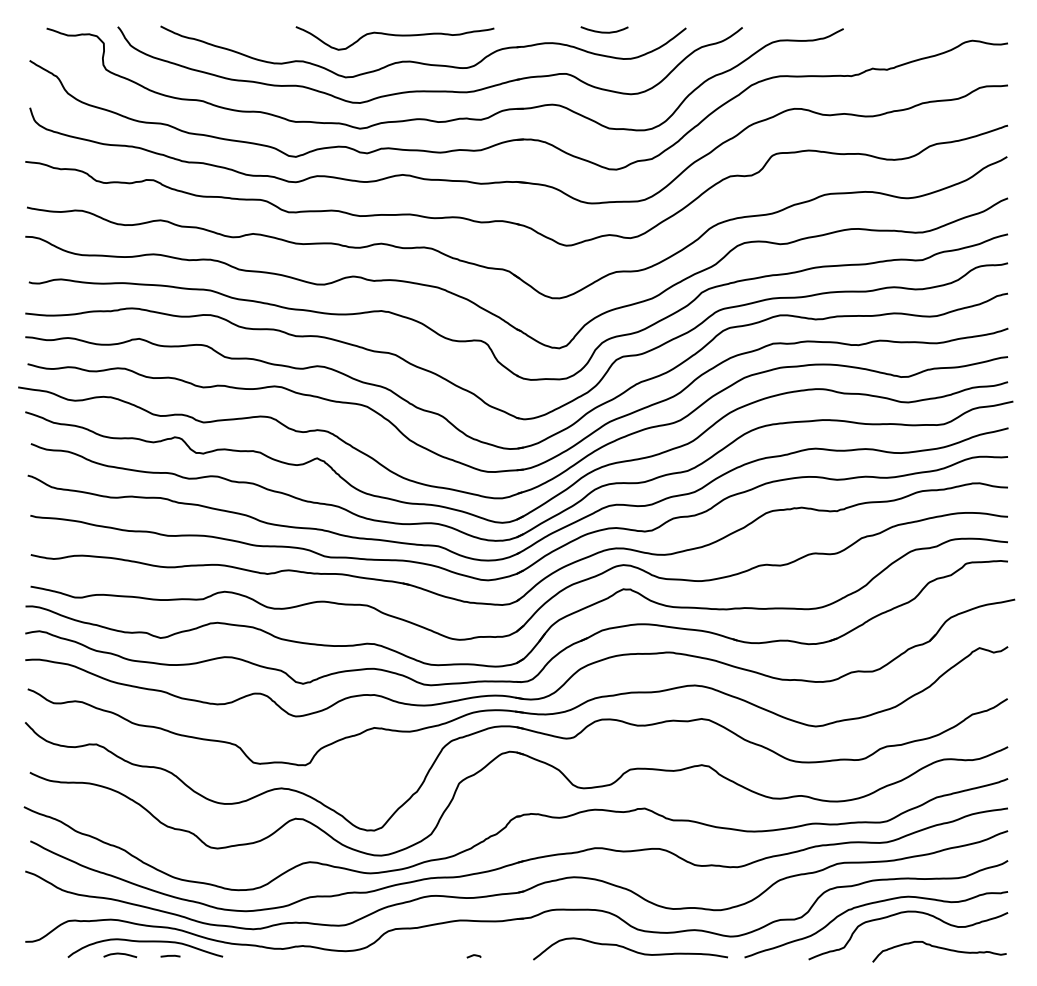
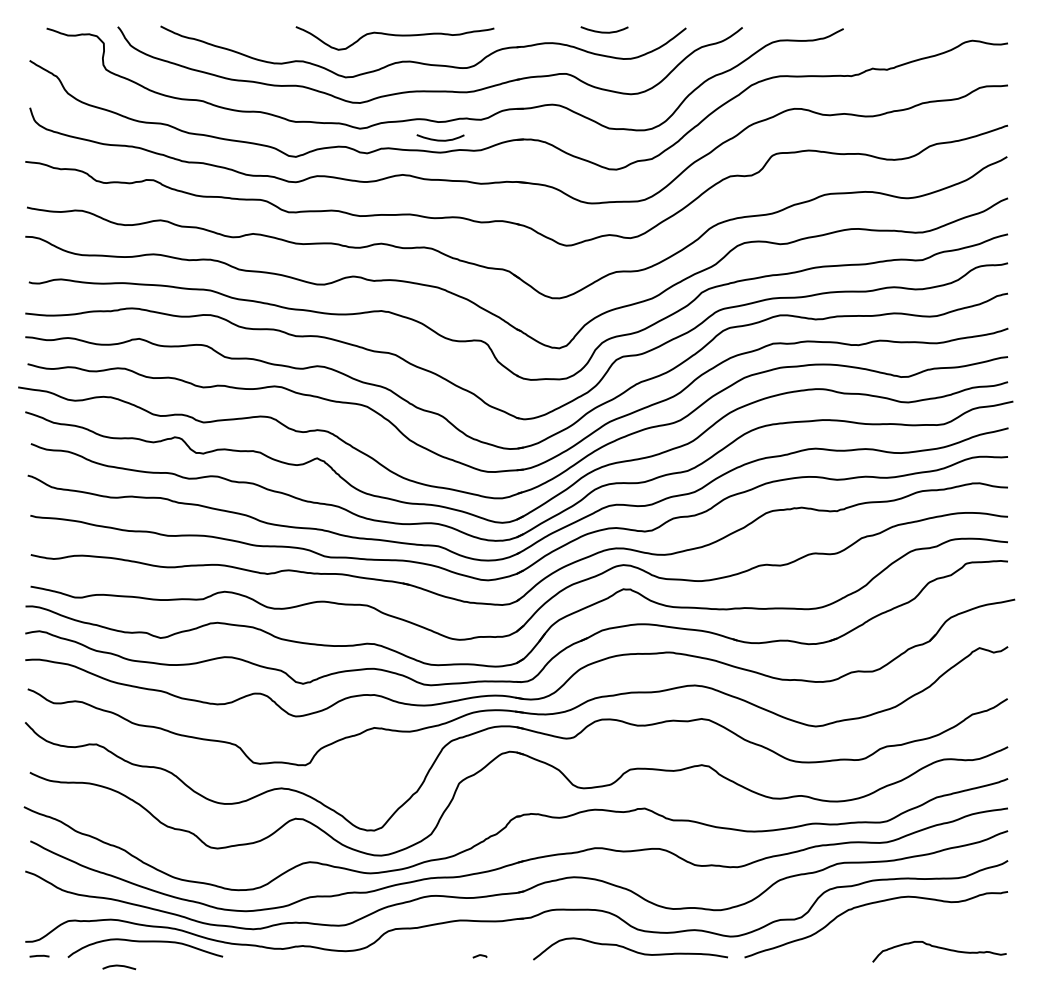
curve at (440, 139): none -> present
curve at (903, 913): present -> none
curve at (120, 954) position: (120, 954) -> (119, 966)
line at (170, 955) position: (170, 955) -> (39, 955)
curve at (473, 956) position: (473, 956) -> (479, 956)
